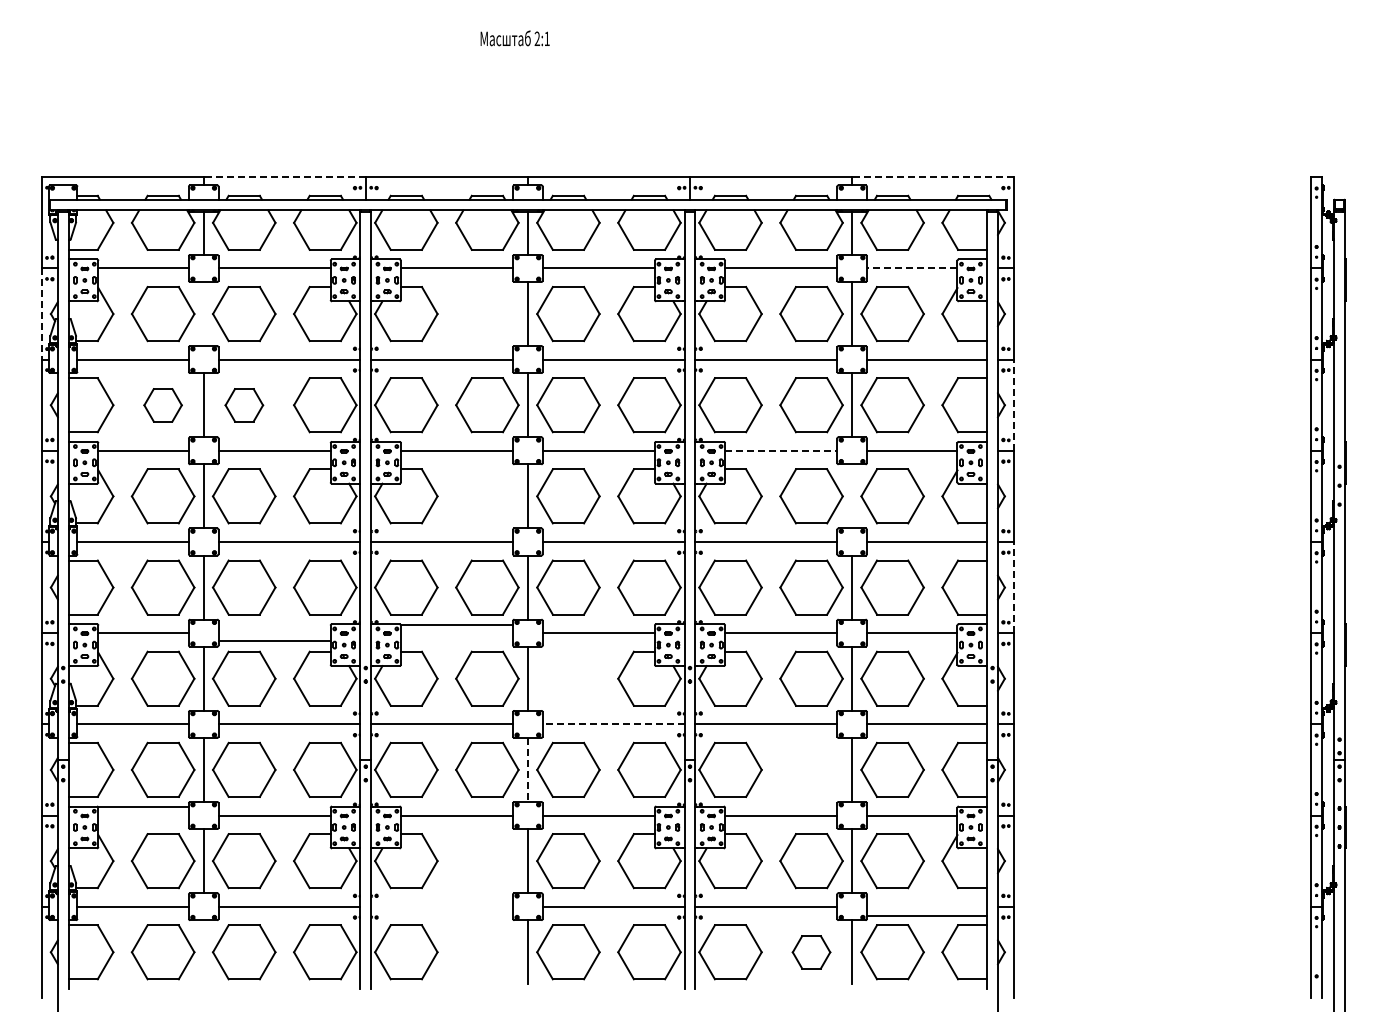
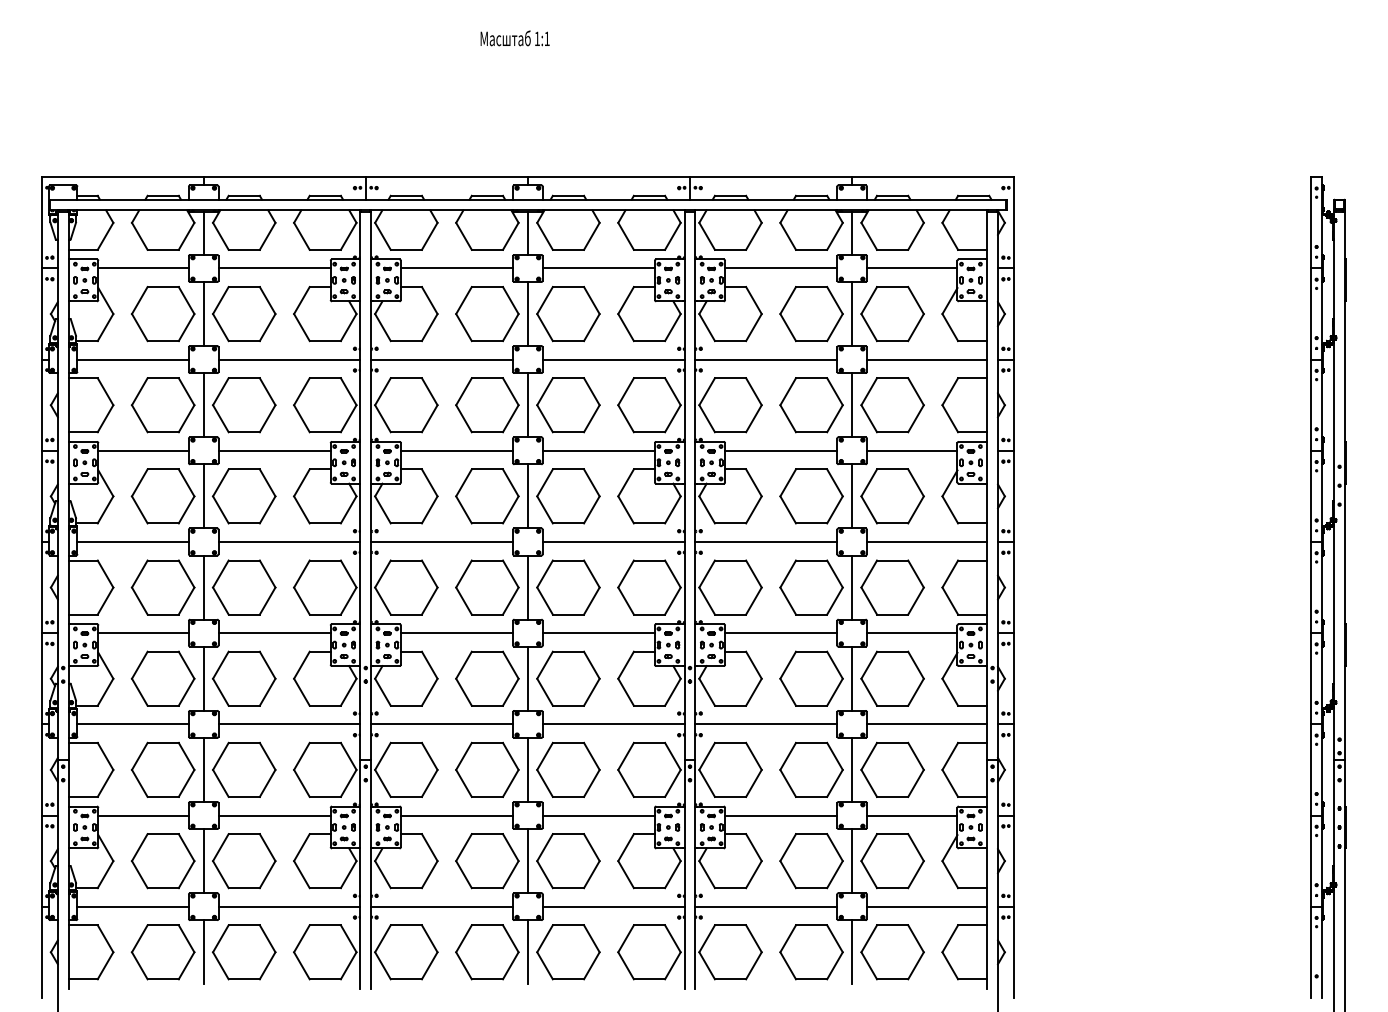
text at (537, 38): 2:1 -> 1:1
line at (284, 177): dashed -> solid
line at (932, 177): dashed -> solid
line at (911, 268): dashed -> solid
line at (203, 313): none -> present
line at (41, 314): dashed -> solid
part at (487, 314): none -> present
part at (162, 405) size: 40x35 px -> 66x57 px
part at (244, 405) size: 41x35 px -> 65x57 px
line at (1014, 405): dashed -> solid
line at (781, 450): dashed -> solid
part at (487, 496): none -> present
line at (852, 496): none -> present
line at (1014, 587): dashed -> solid
line at (456, 625) position: (456, 625) -> (456, 633)
line at (274, 641) position: (274, 641) -> (274, 633)
part at (568, 678): none -> present
line at (613, 724): dashed -> solid
part at (811, 769): none -> present
line at (527, 770): dashed -> solid
line at (143, 806) position: (143, 806) -> (143, 815)
part at (487, 861): none -> present
line at (442, 906): none -> present
line at (926, 915) position: (926, 915) -> (926, 906)
line at (203, 952): none -> present
part at (487, 952): none -> present
part at (811, 952) size: 41x35 px -> 65x57 px
